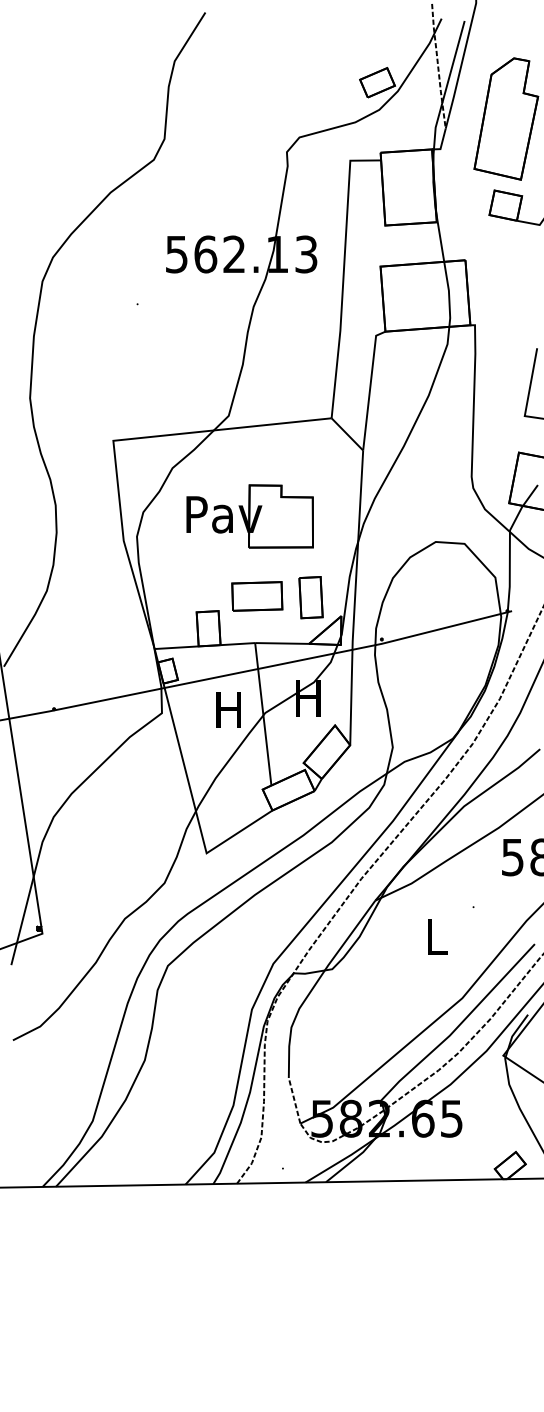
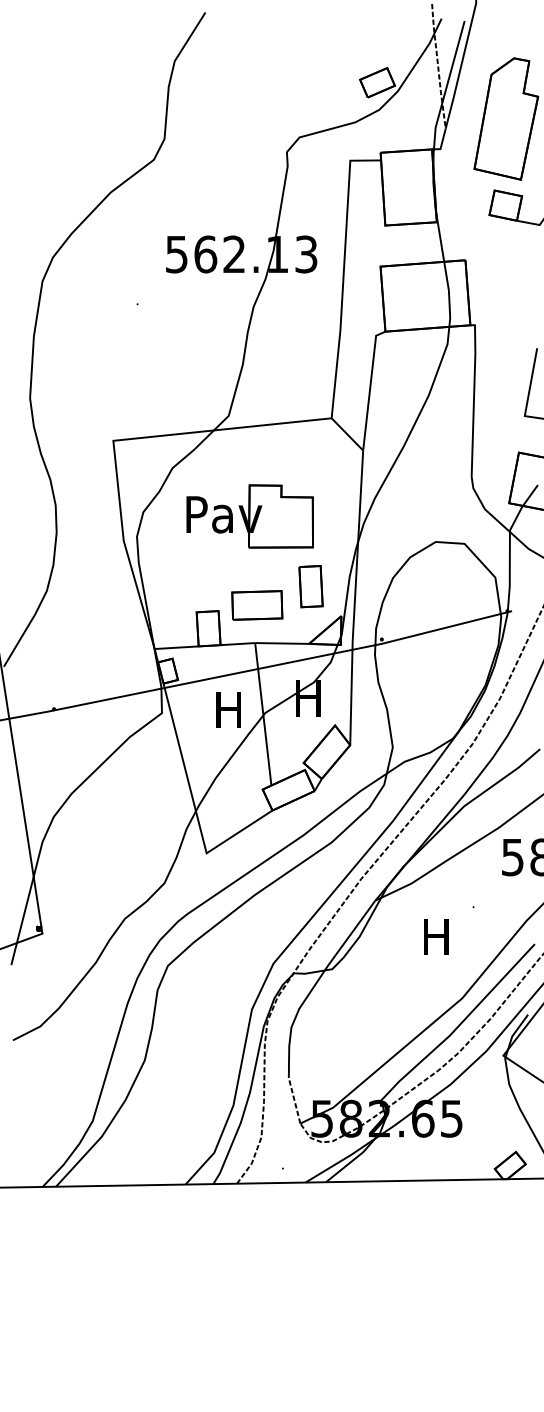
part at (257, 596) position: (257, 596) -> (257, 605)
part at (310, 597) position: (310, 597) -> (310, 586)
text at (436, 936): L -> H
